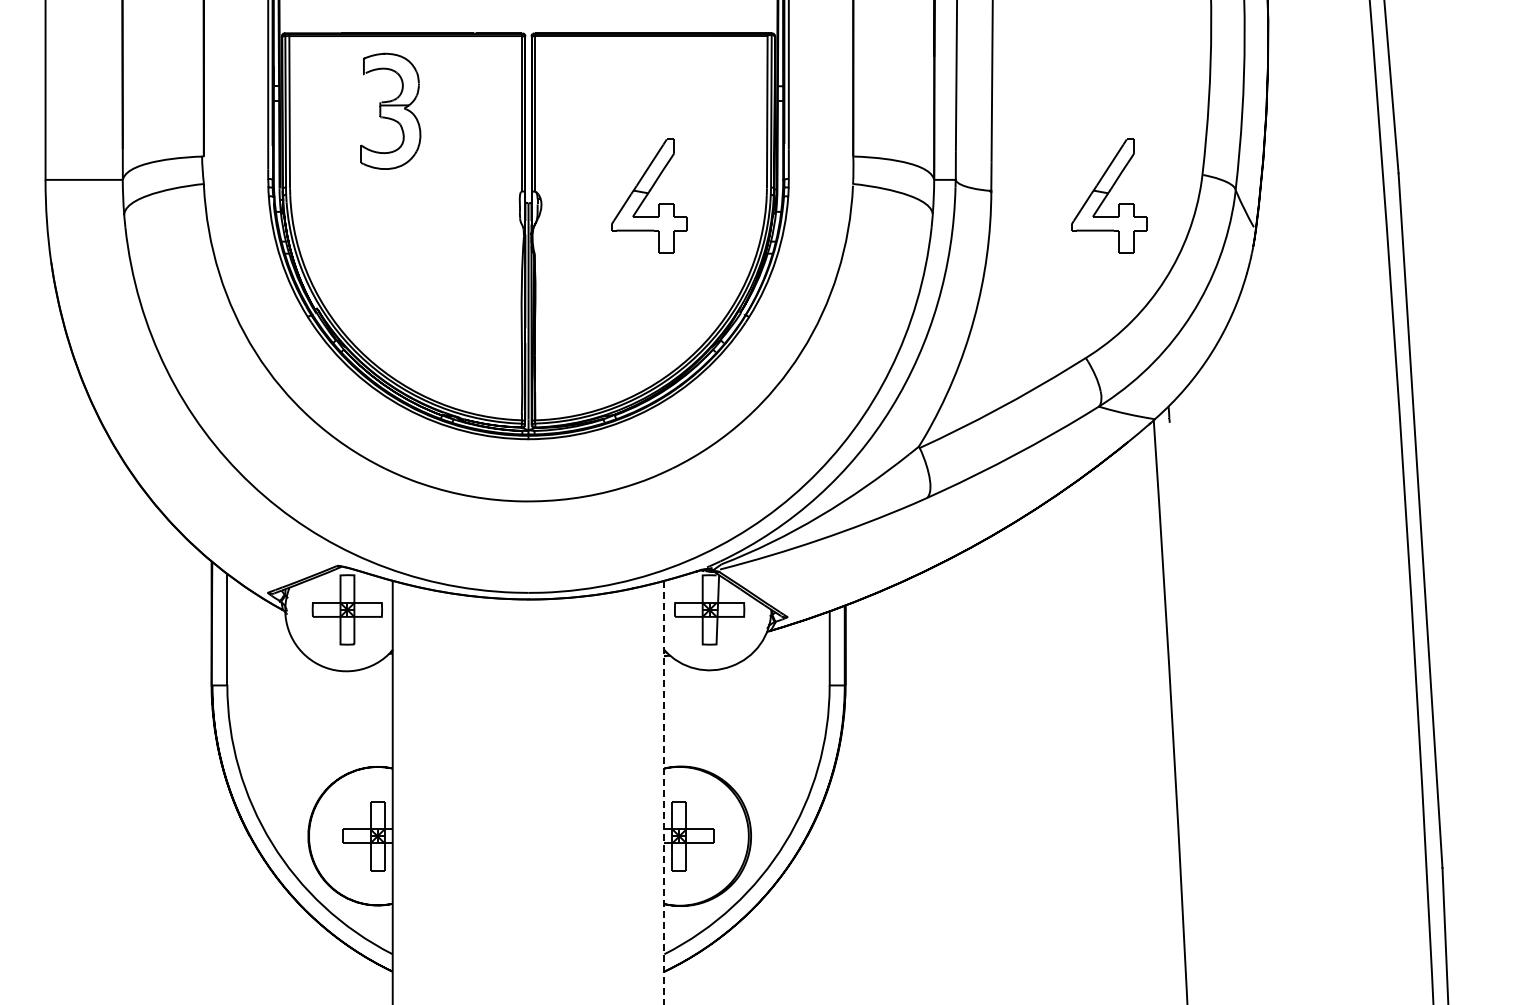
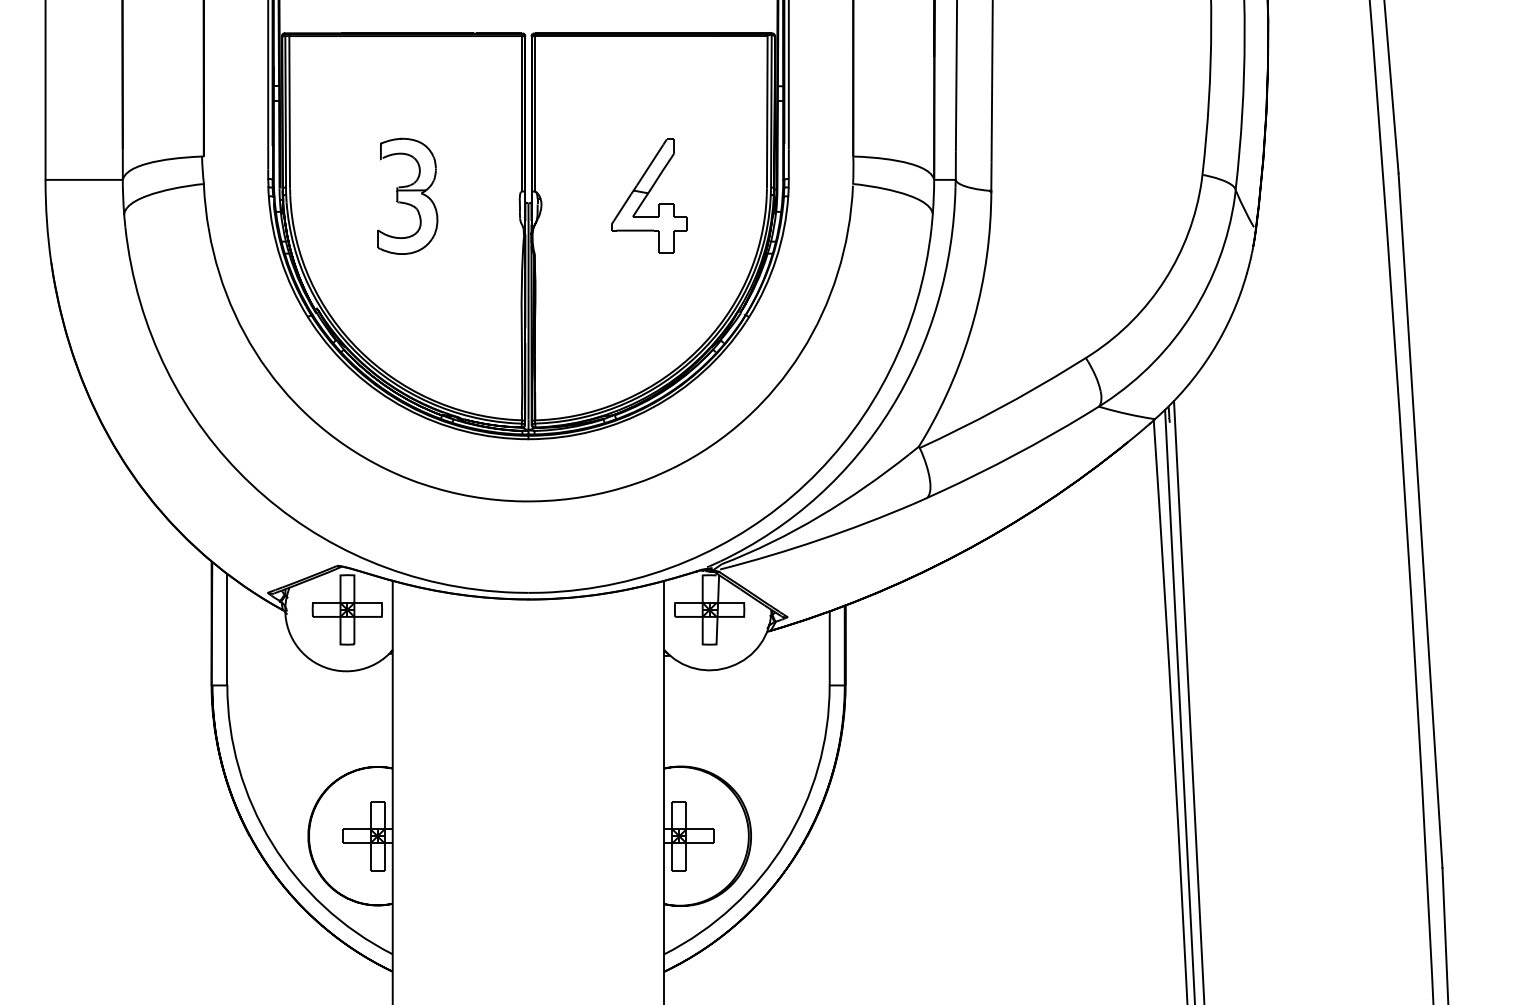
part at (390, 110) position: (390, 110) -> (407, 195)
part at (1109, 195): present -> none
line at (1189, 701): none -> present
line at (1179, 705): none -> present
line at (664, 792): dashed -> solid
